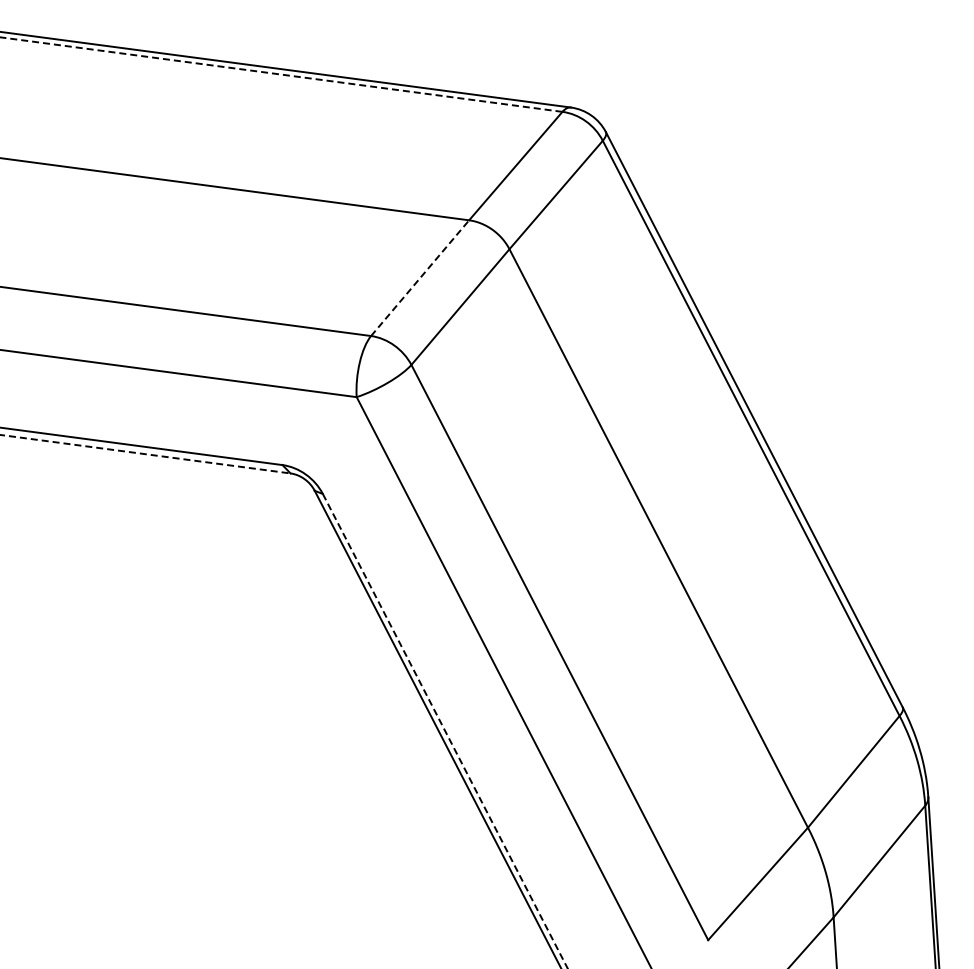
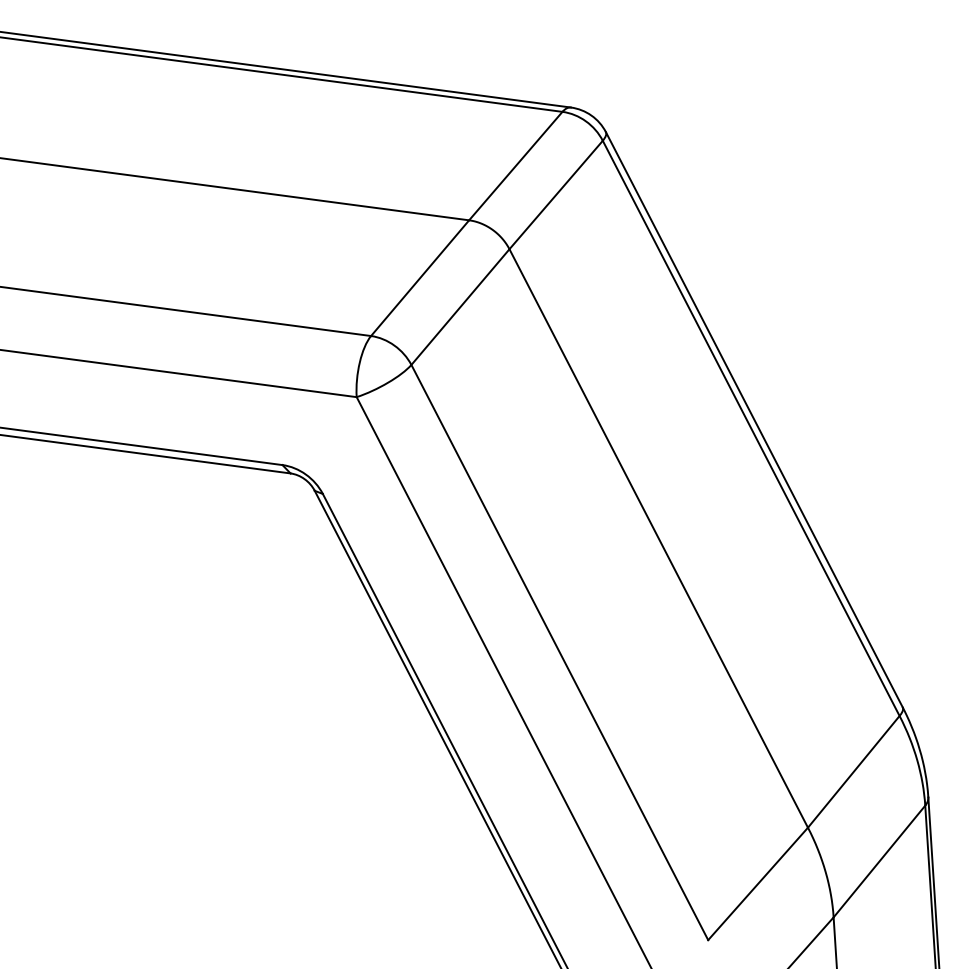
line at (281, 74): dashed -> solid
line at (420, 278): dashed -> solid
line at (146, 454): dashed -> solid
line at (445, 731): dashed -> solid
